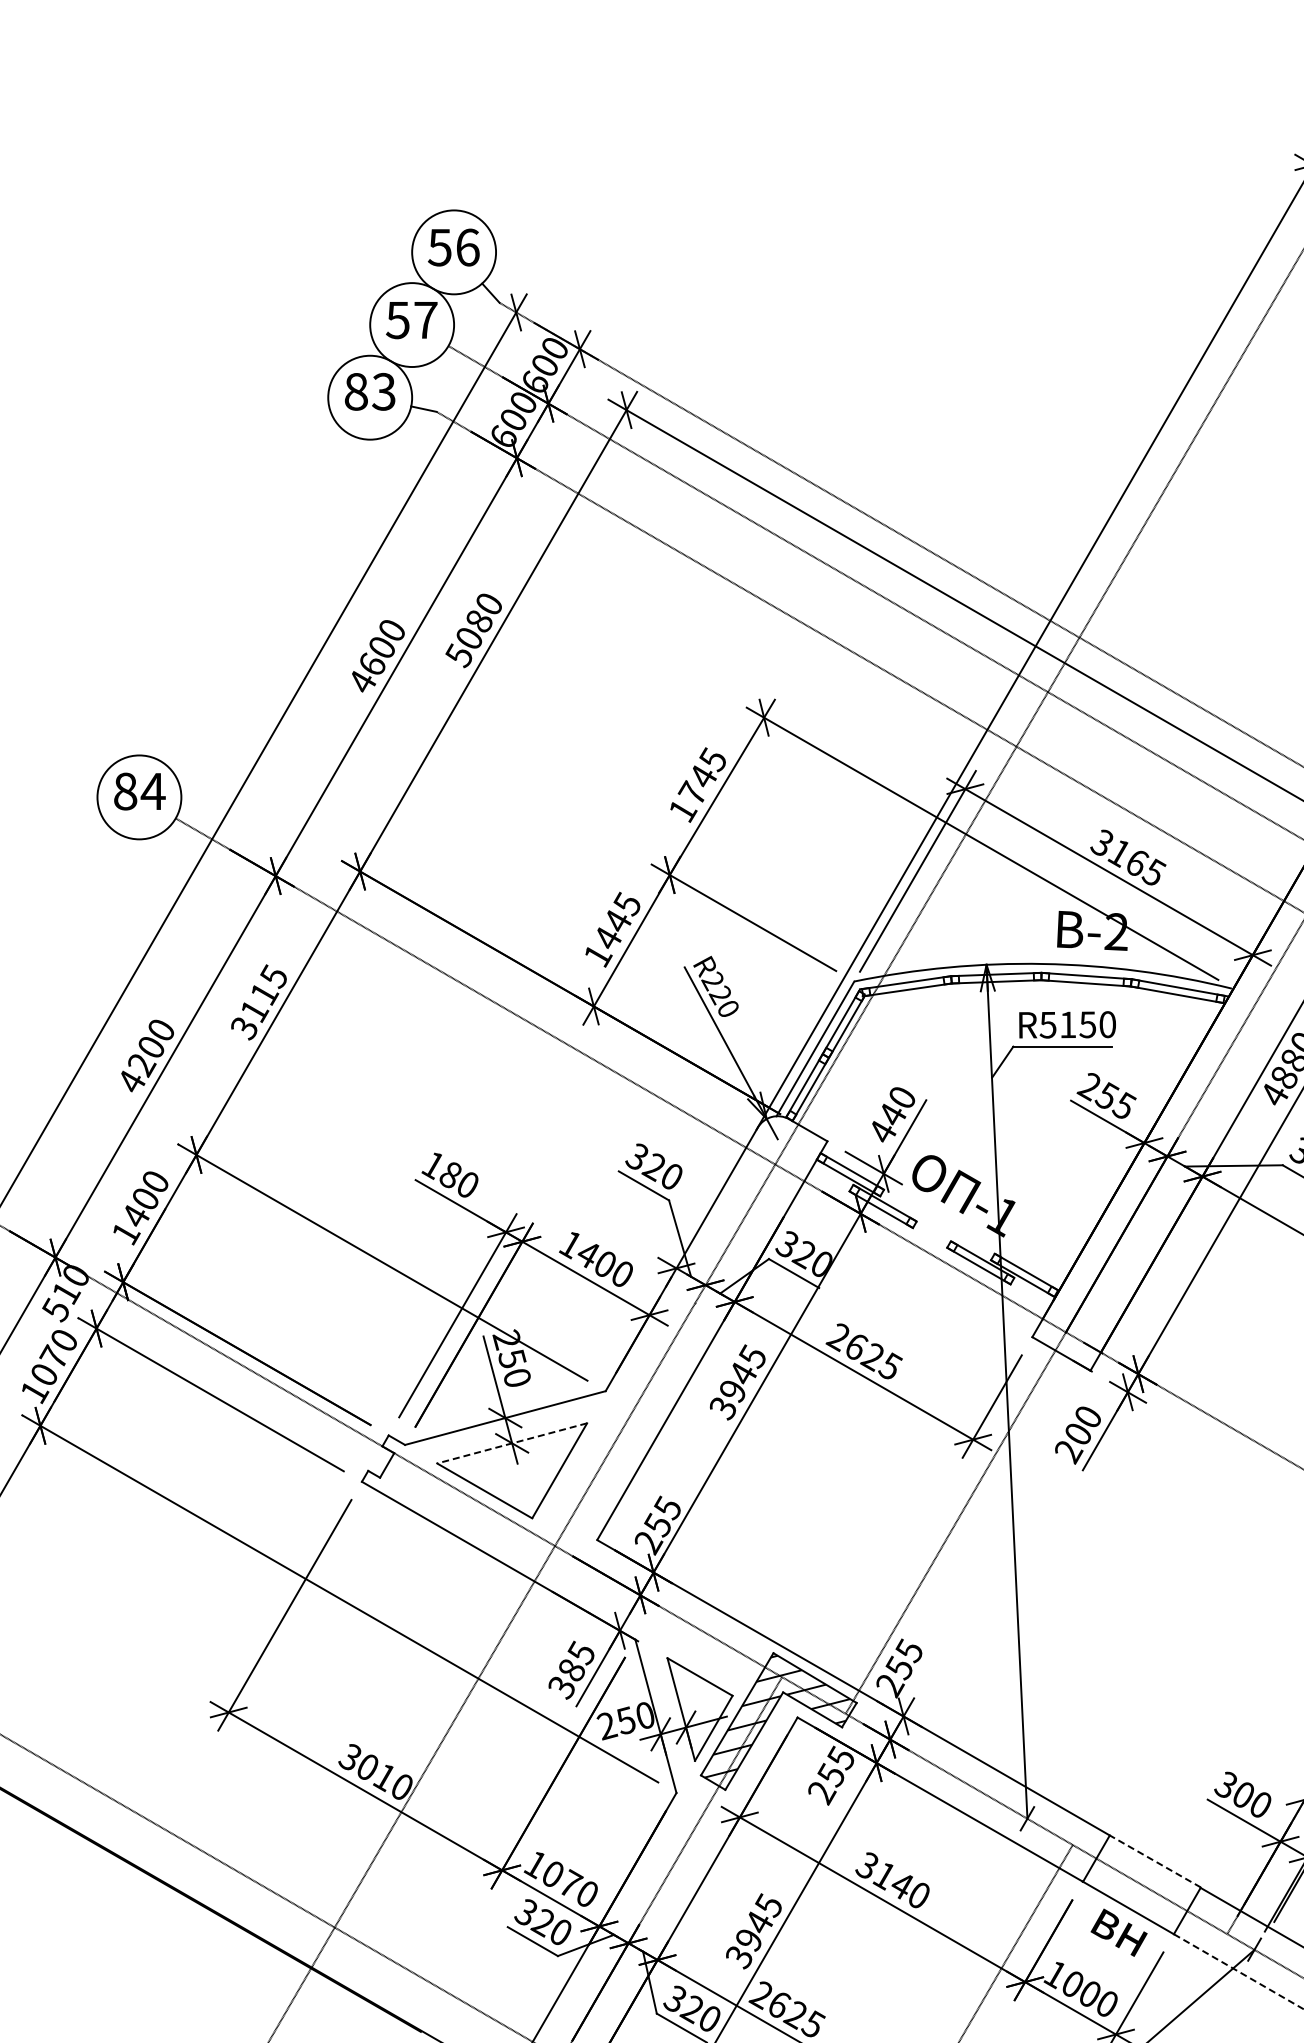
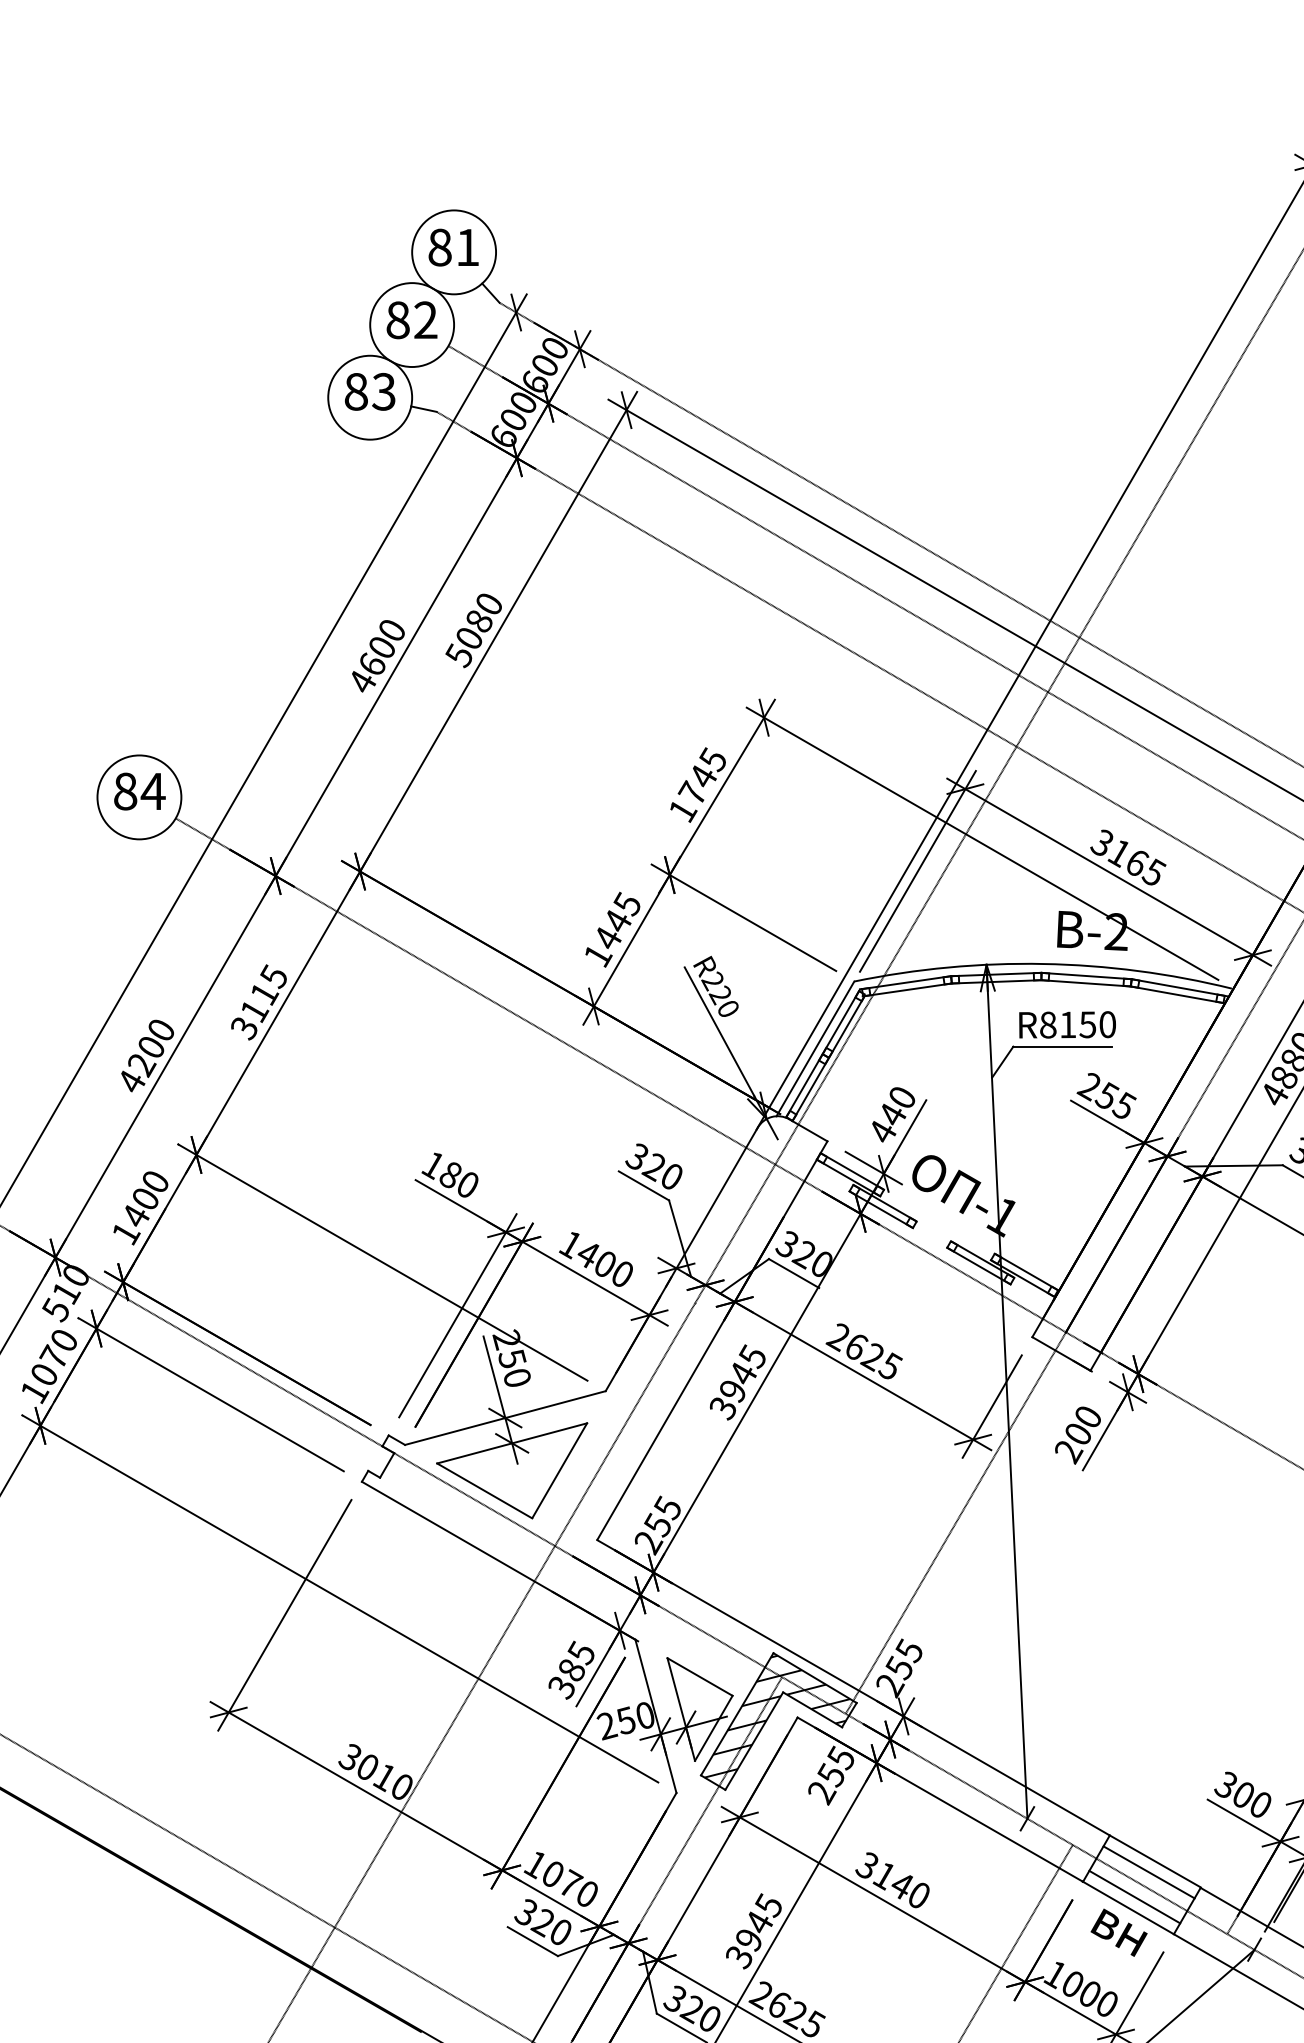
text at (453, 247): 56 -> 81
text at (411, 320): 57 -> 82
text at (1047, 1024): R5150 -> R8150
line at (512, 1443): dashed -> solid
line at (1154, 1861): dashed -> solid
line at (1148, 1872): none -> present
line at (1134, 1896): none -> present
line at (1238, 1971): dashed -> solid
